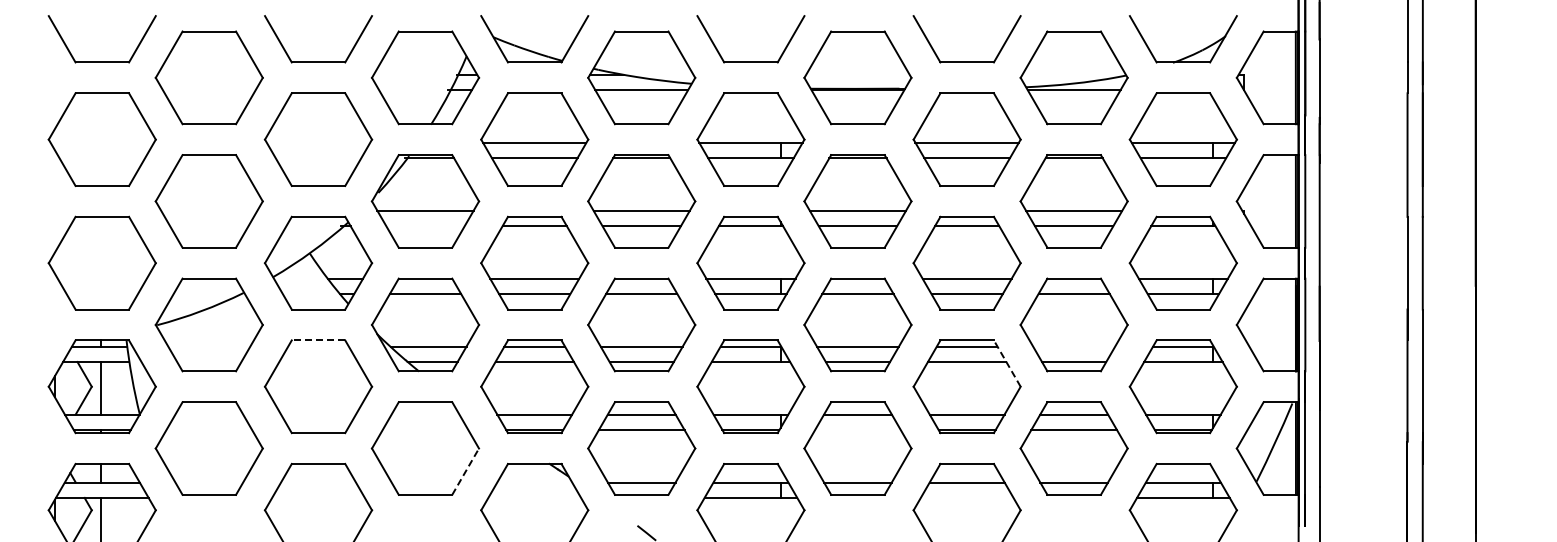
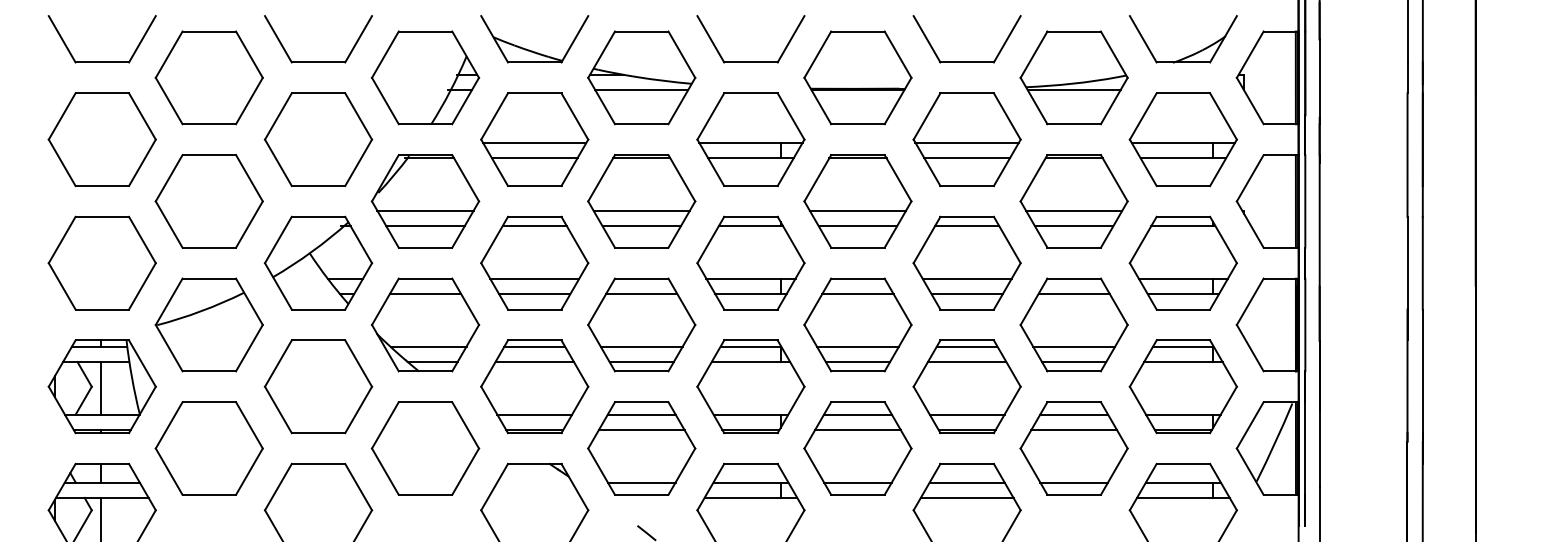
line at (425, 226): none -> present
line at (318, 340): dashed -> solid
line at (1074, 346): none -> present
line at (1007, 363): dashed -> solid
line at (857, 430): none -> present
line at (465, 471): dashed -> solid
line at (966, 497): none -> present
